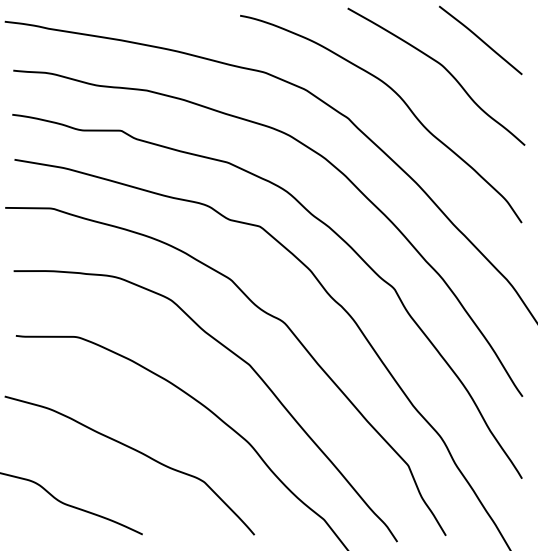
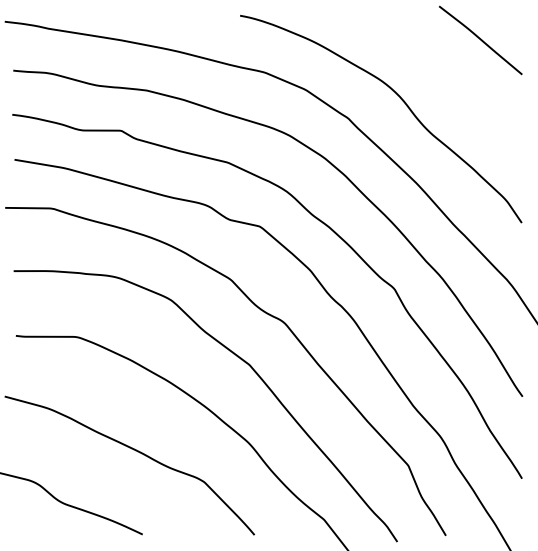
curve at (443, 68): present -> none
